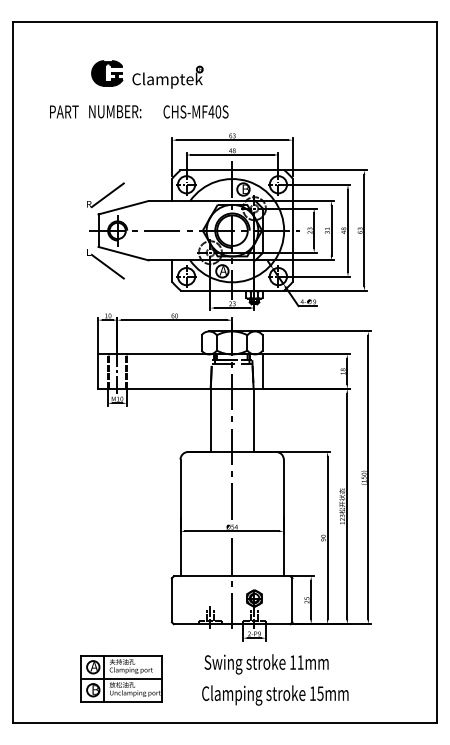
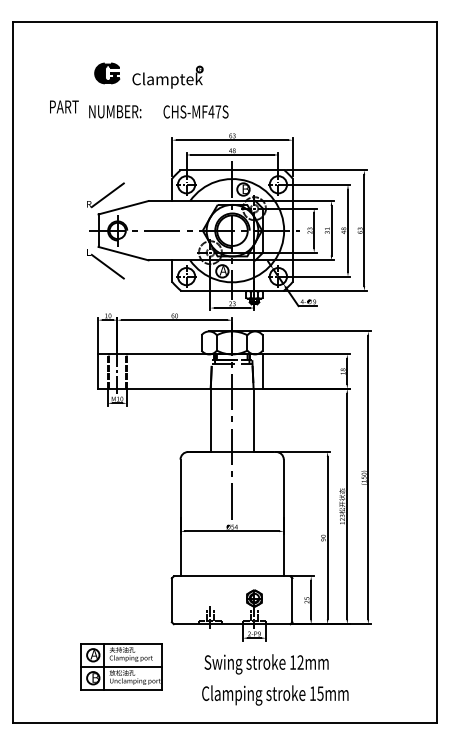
part at (107, 73) size: 33x27 px -> 27x23 px
text at (64, 111) position: (64, 111) -> (64, 106)
text at (218, 111): CHS-MF40S -> CHS-MF47S
line at (232, 582): present -> none
text at (300, 662): 11mm -> 12mm
part at (121, 678) position: (121, 678) -> (121, 666)
